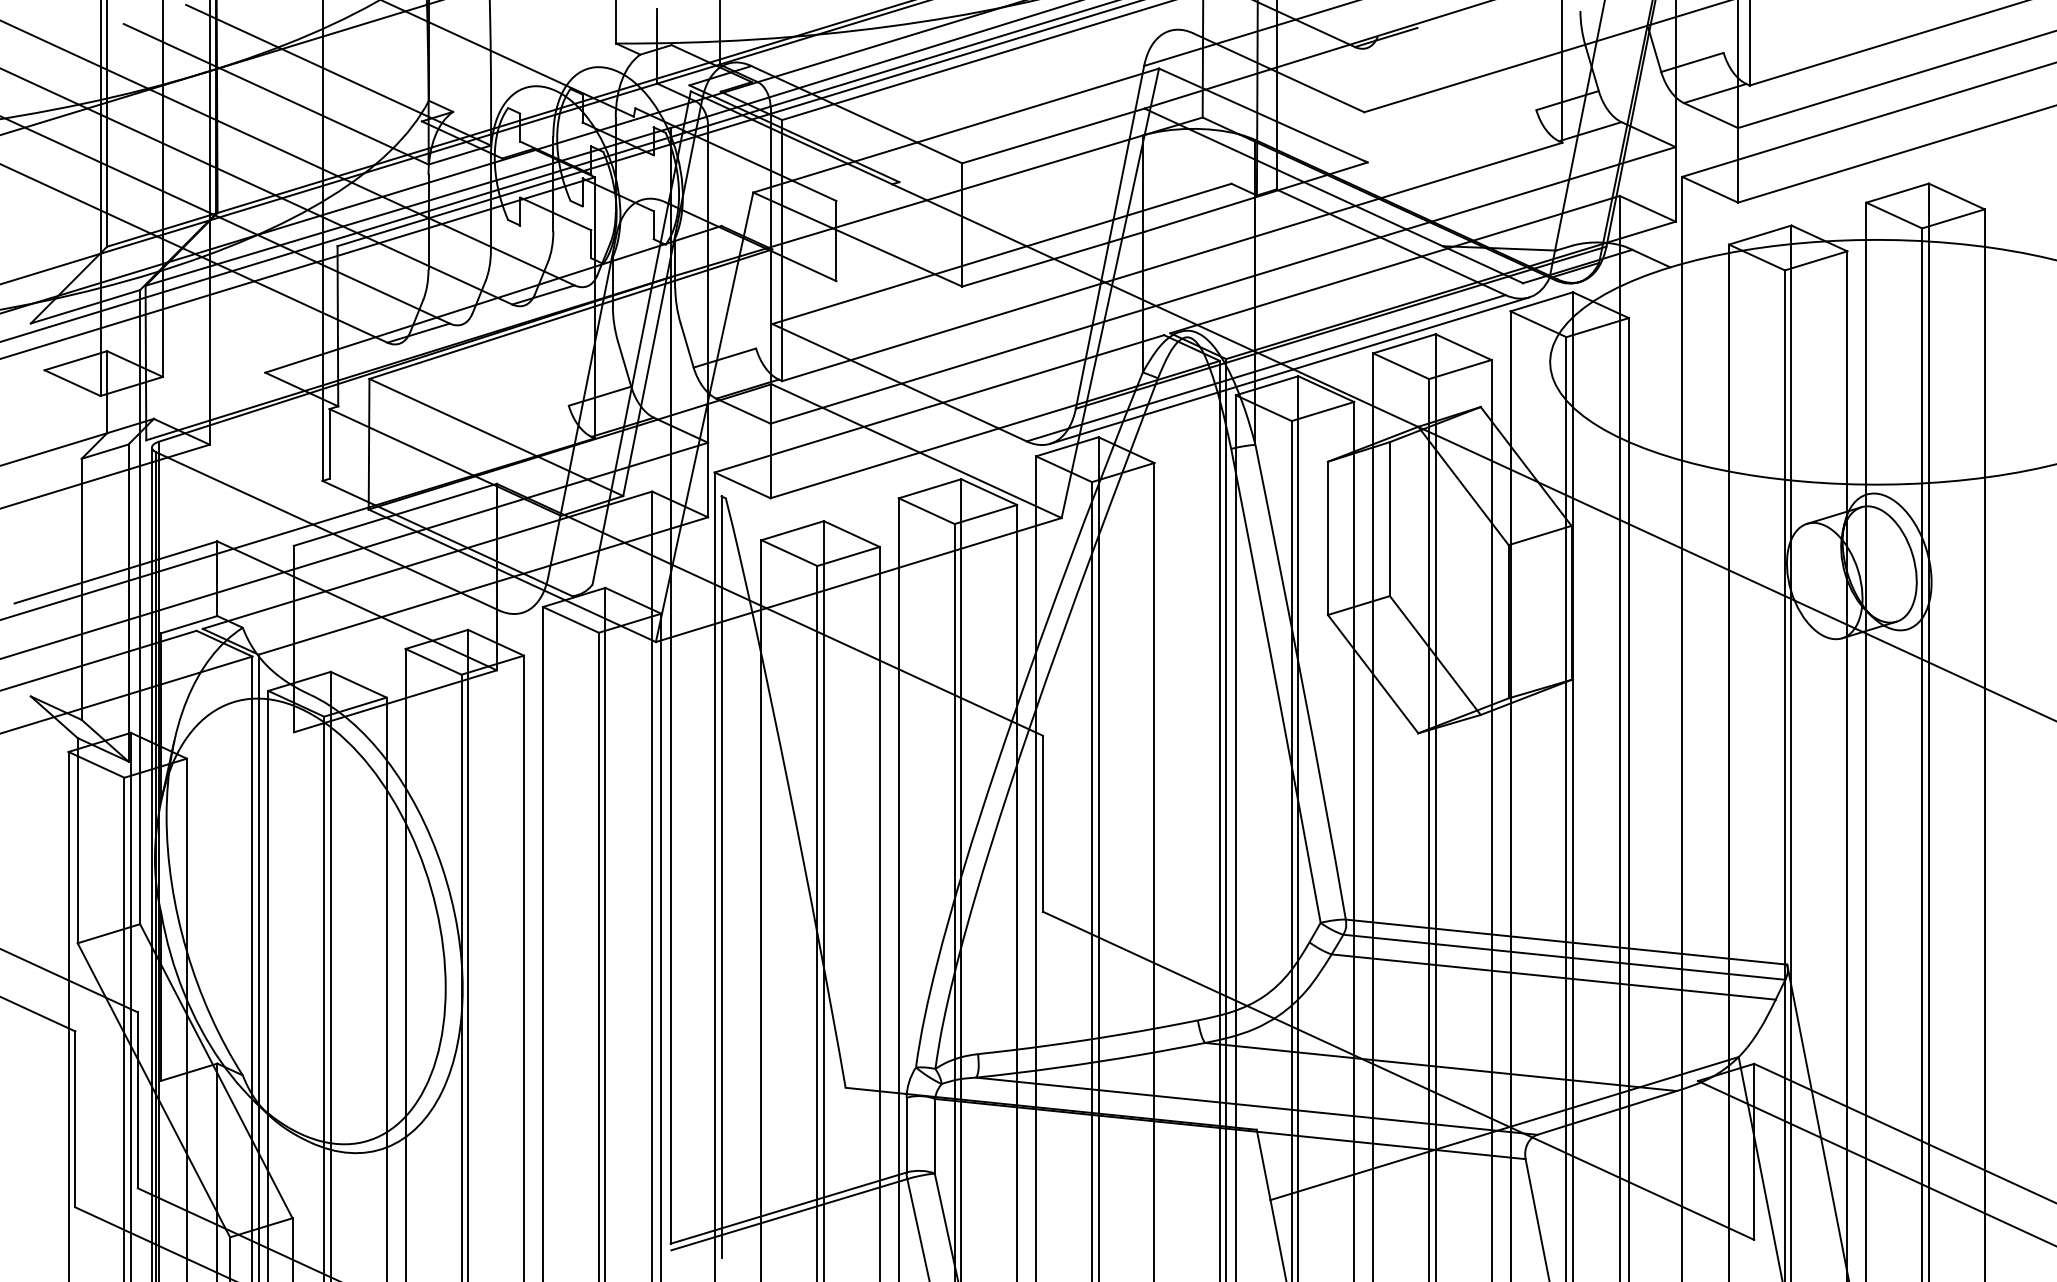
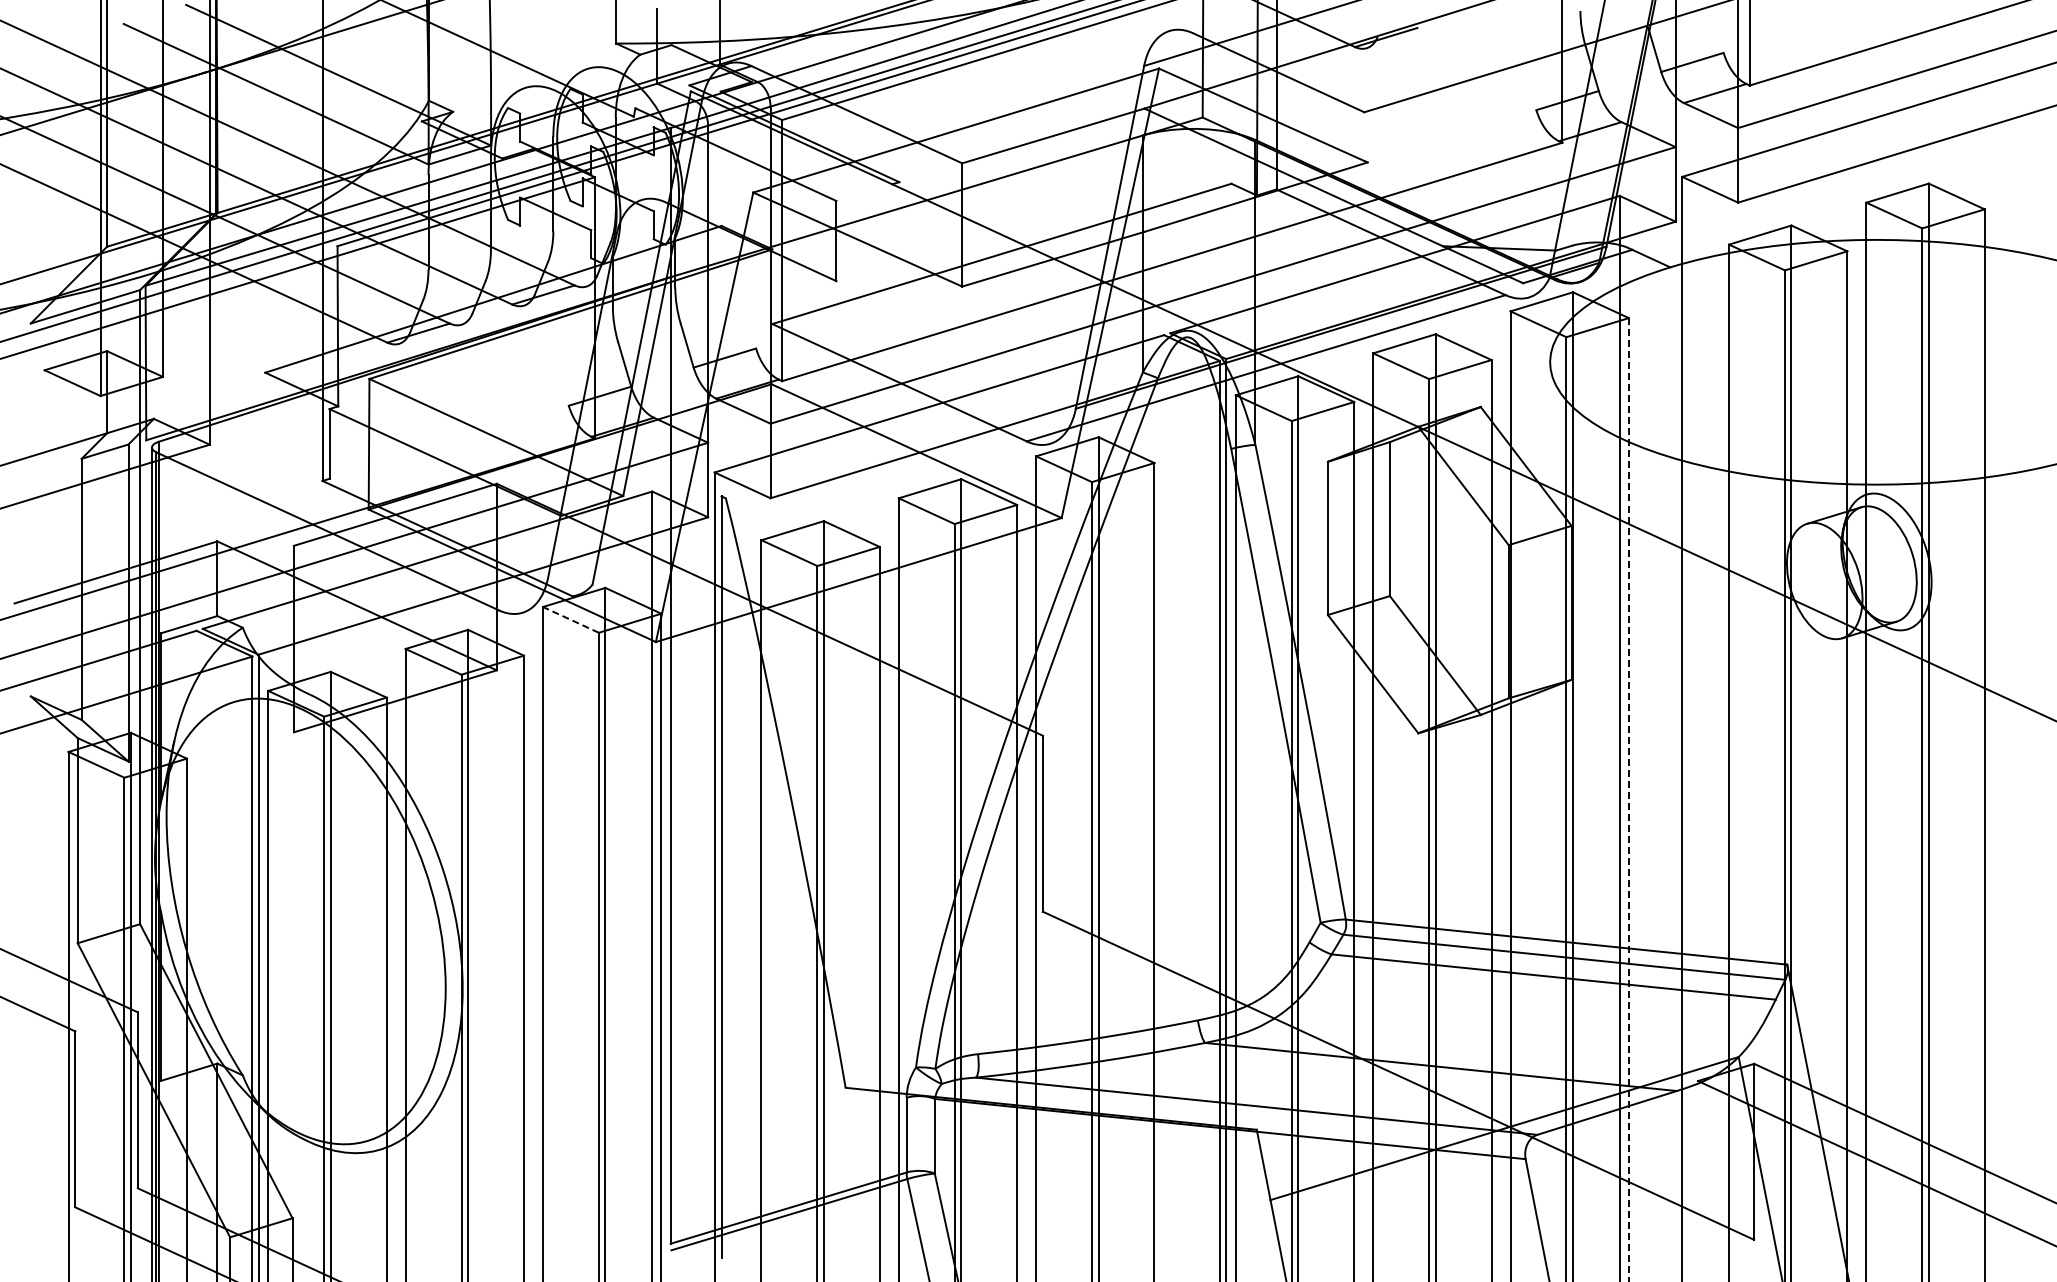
line at (1289, 370): present -> none
line at (570, 619): solid -> dashed
line at (1628, 799): solid -> dashed
